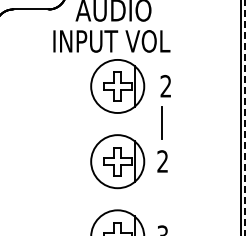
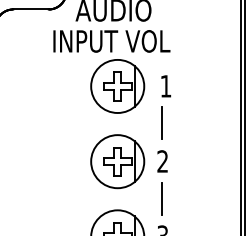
text at (165, 86): 2 -> 1
line at (245, 118): dashed -> solid
line at (162, 199): none -> present
